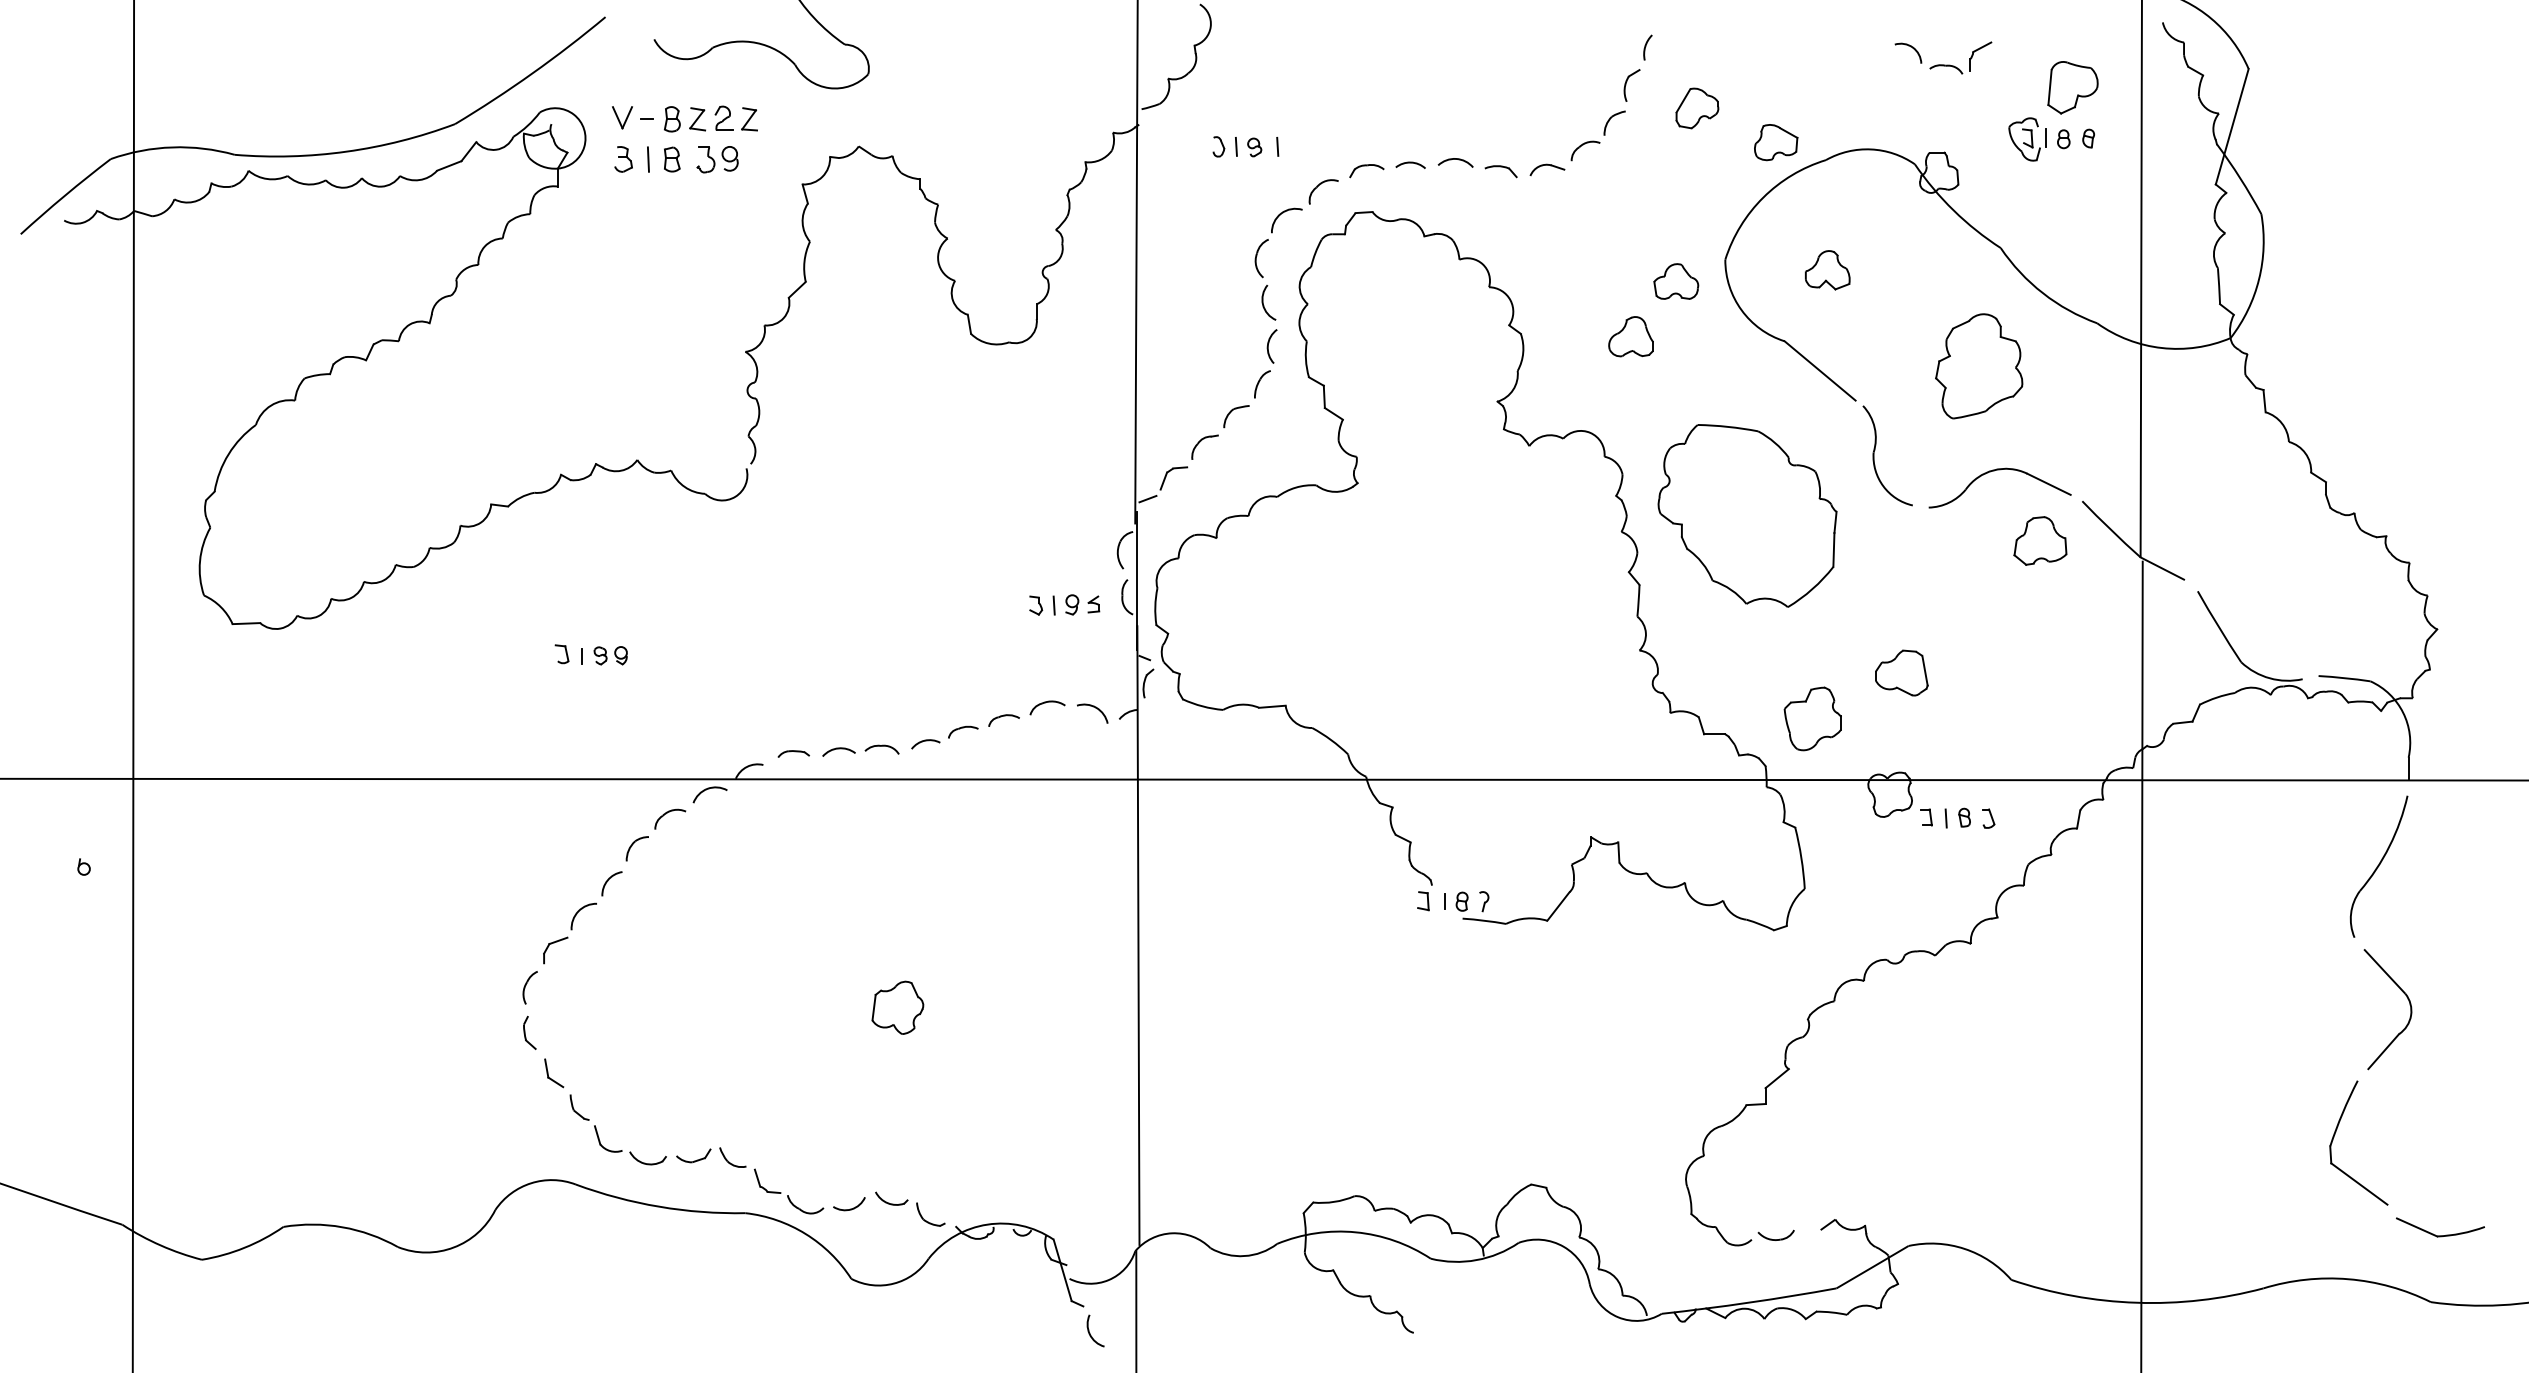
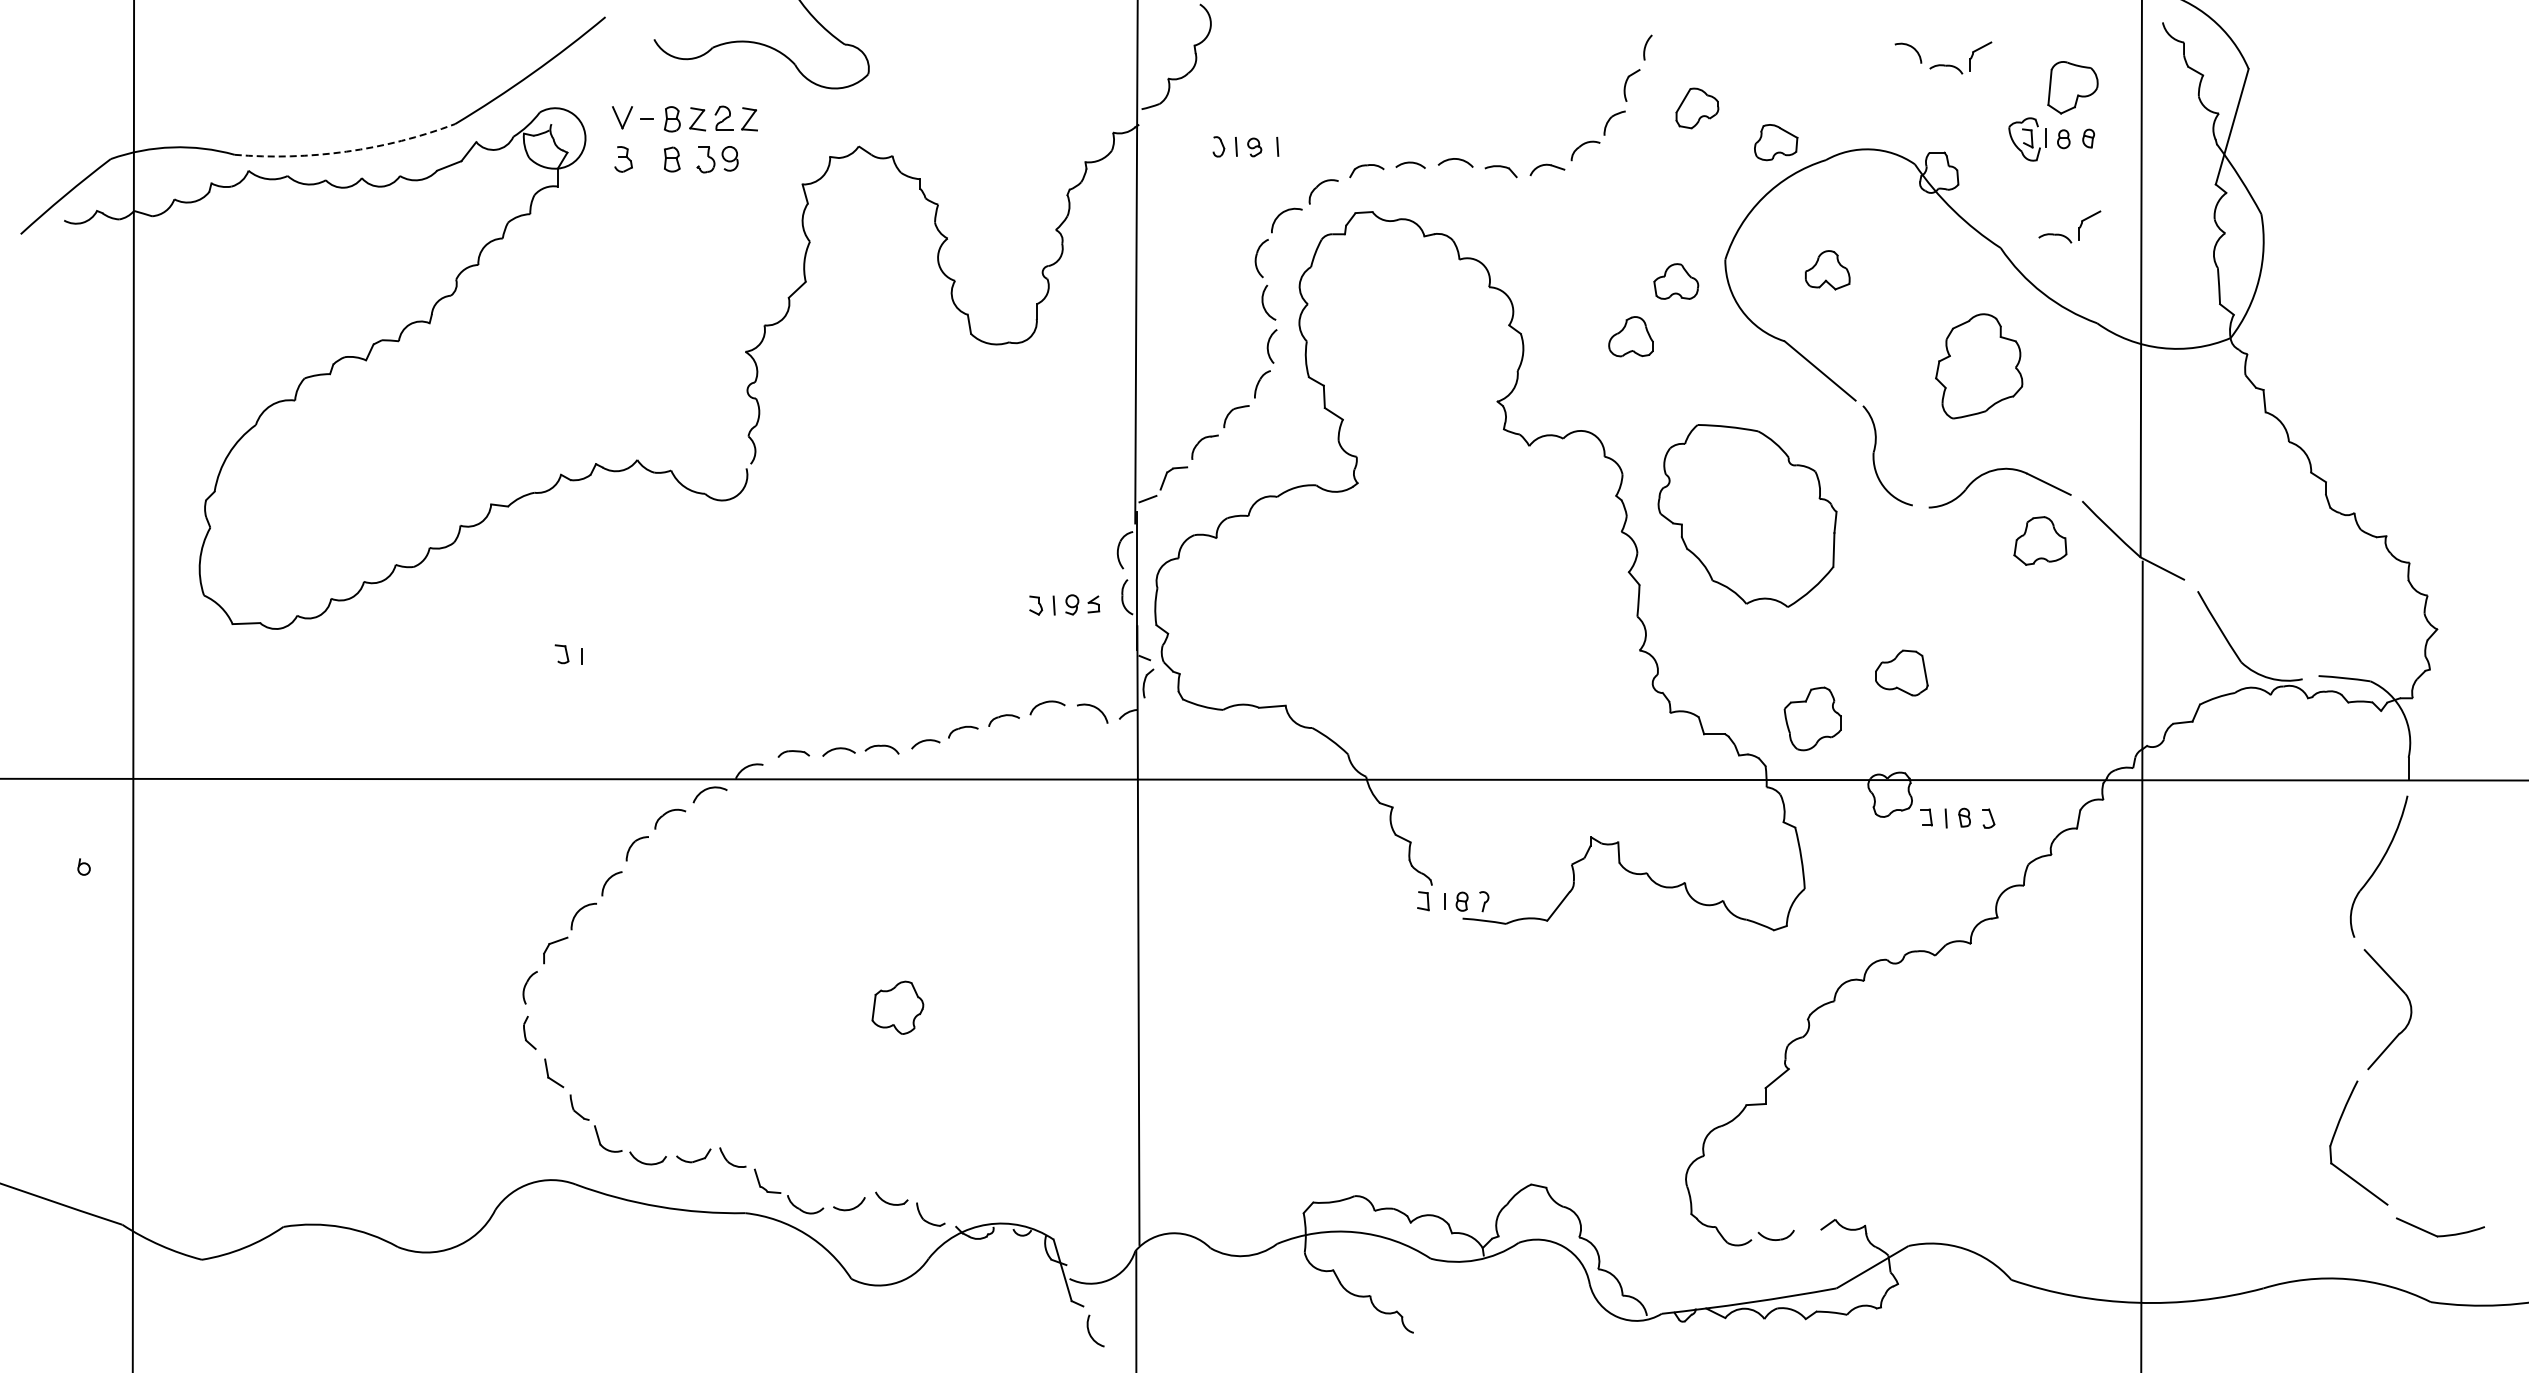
arc at (346, 151): solid -> dashed
line at (647, 159): present -> none
part at (2078, 227): none -> present
part at (610, 655): present -> none
